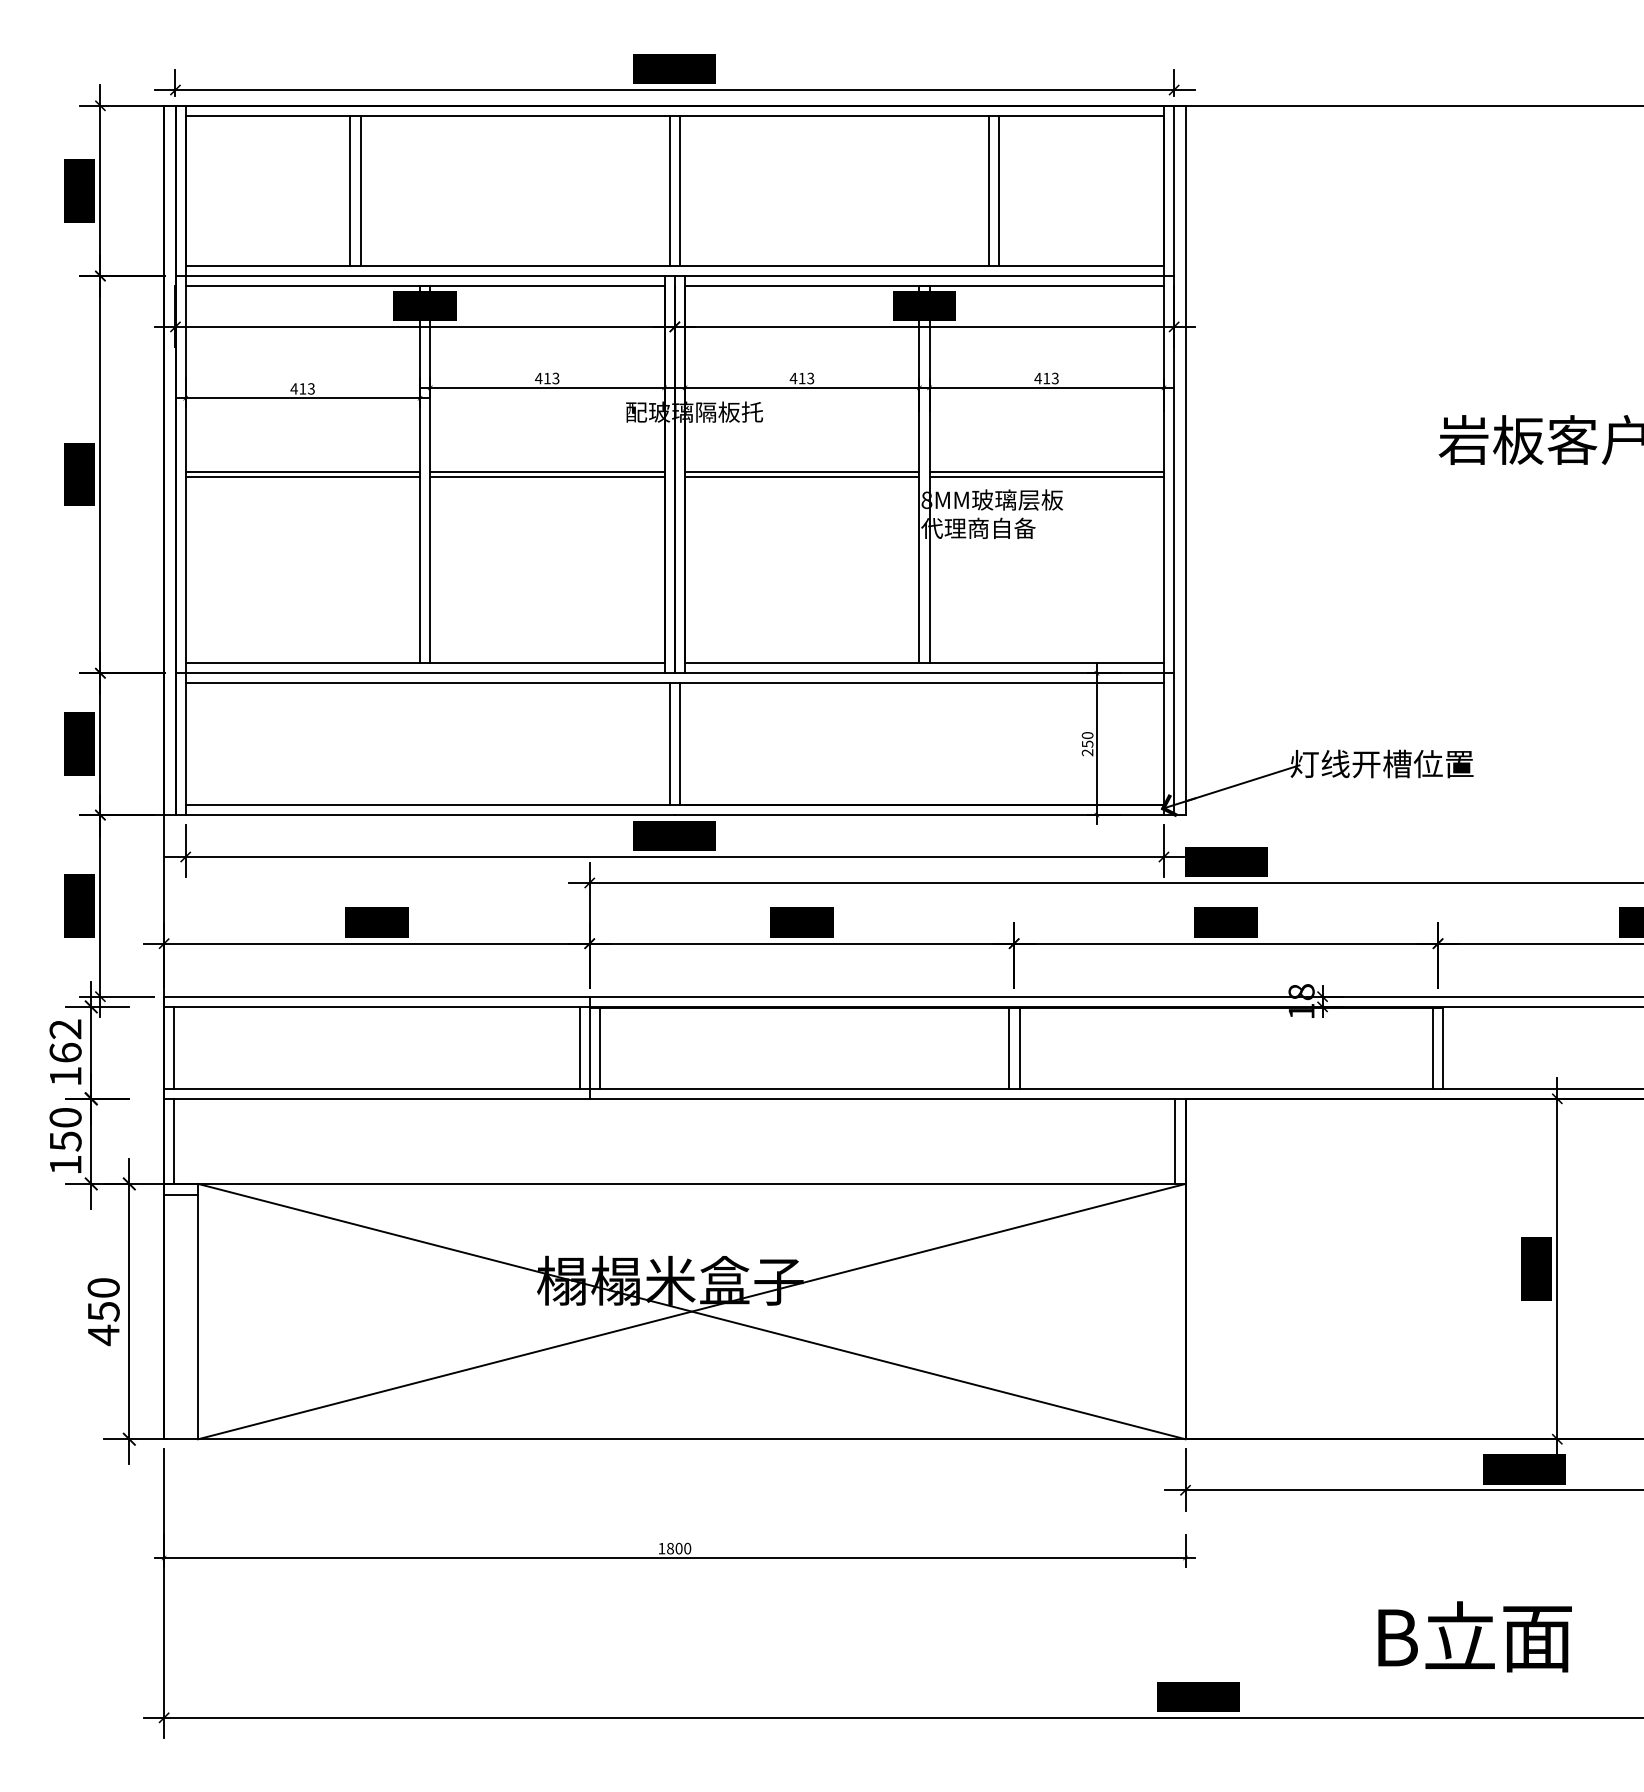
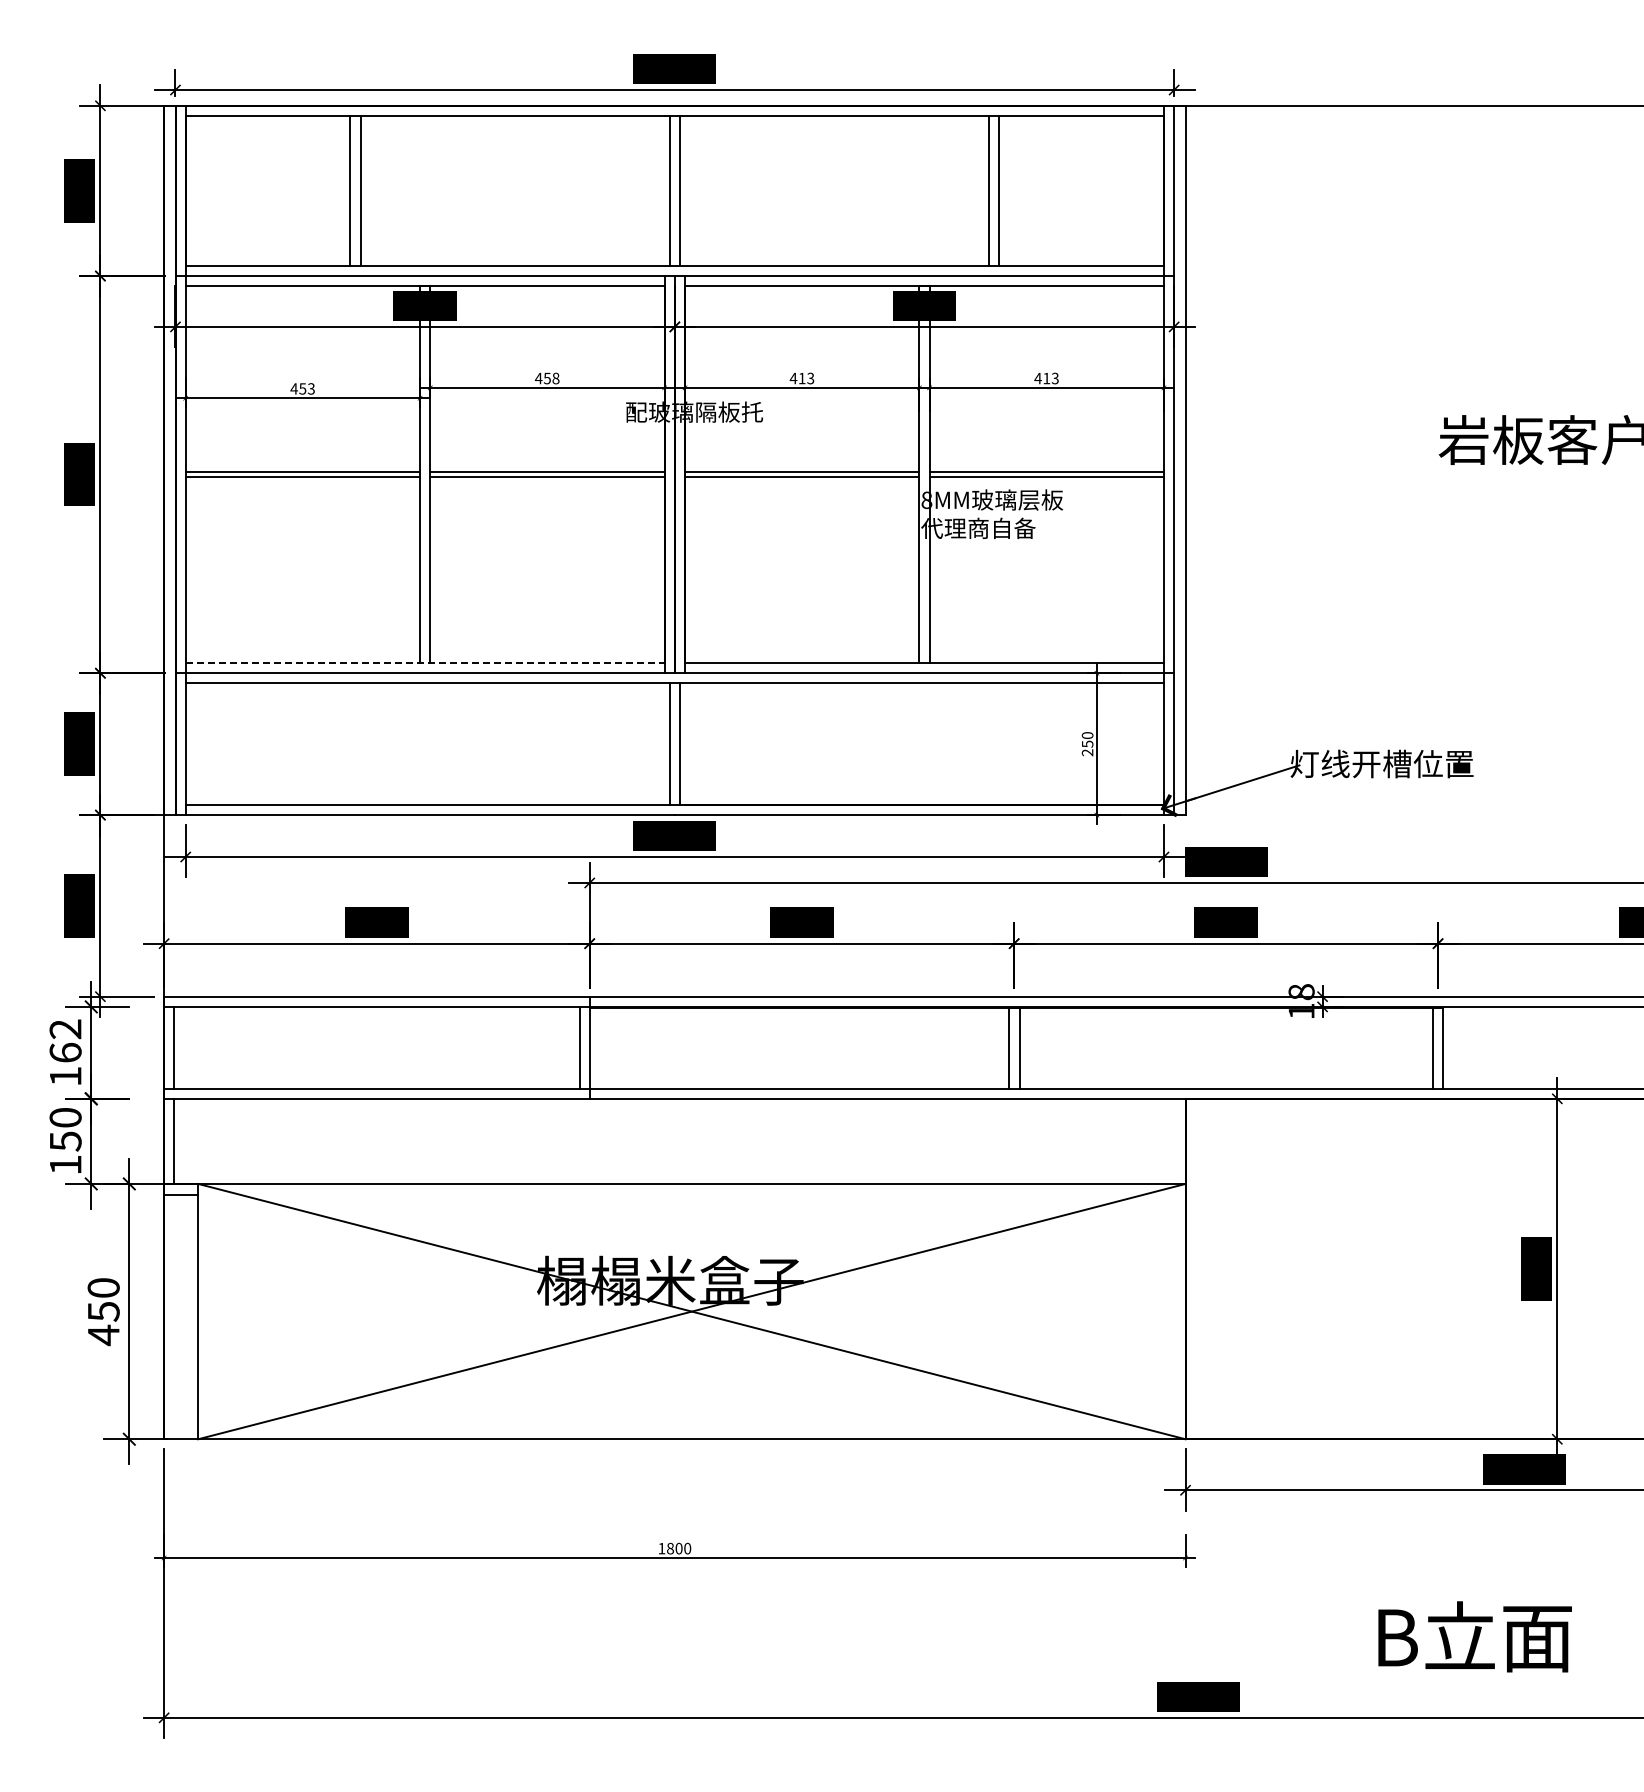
text at (551, 378): 413 -> 458
text at (302, 388): 413 -> 453
line at (425, 663): solid -> dashed
line at (599, 1048): present -> none
line at (1175, 1140): present -> none
